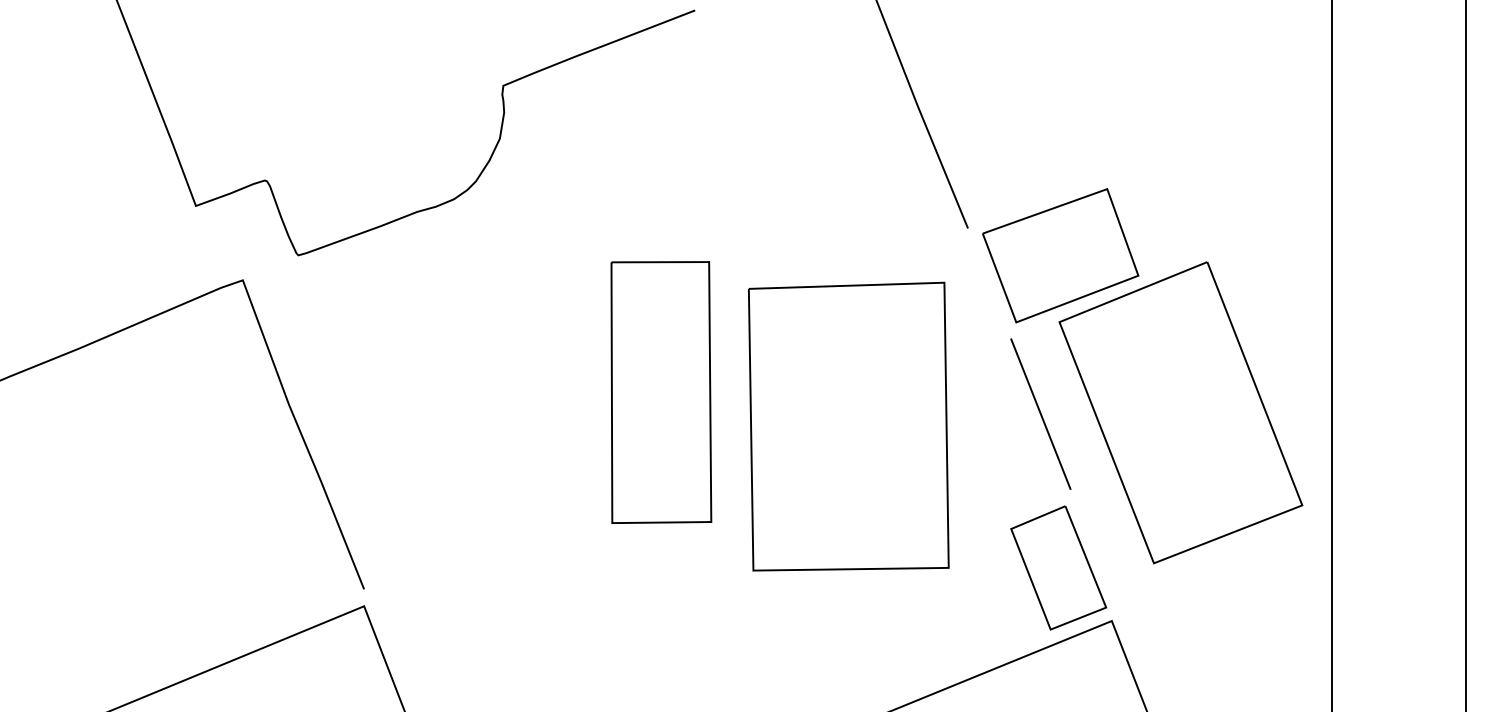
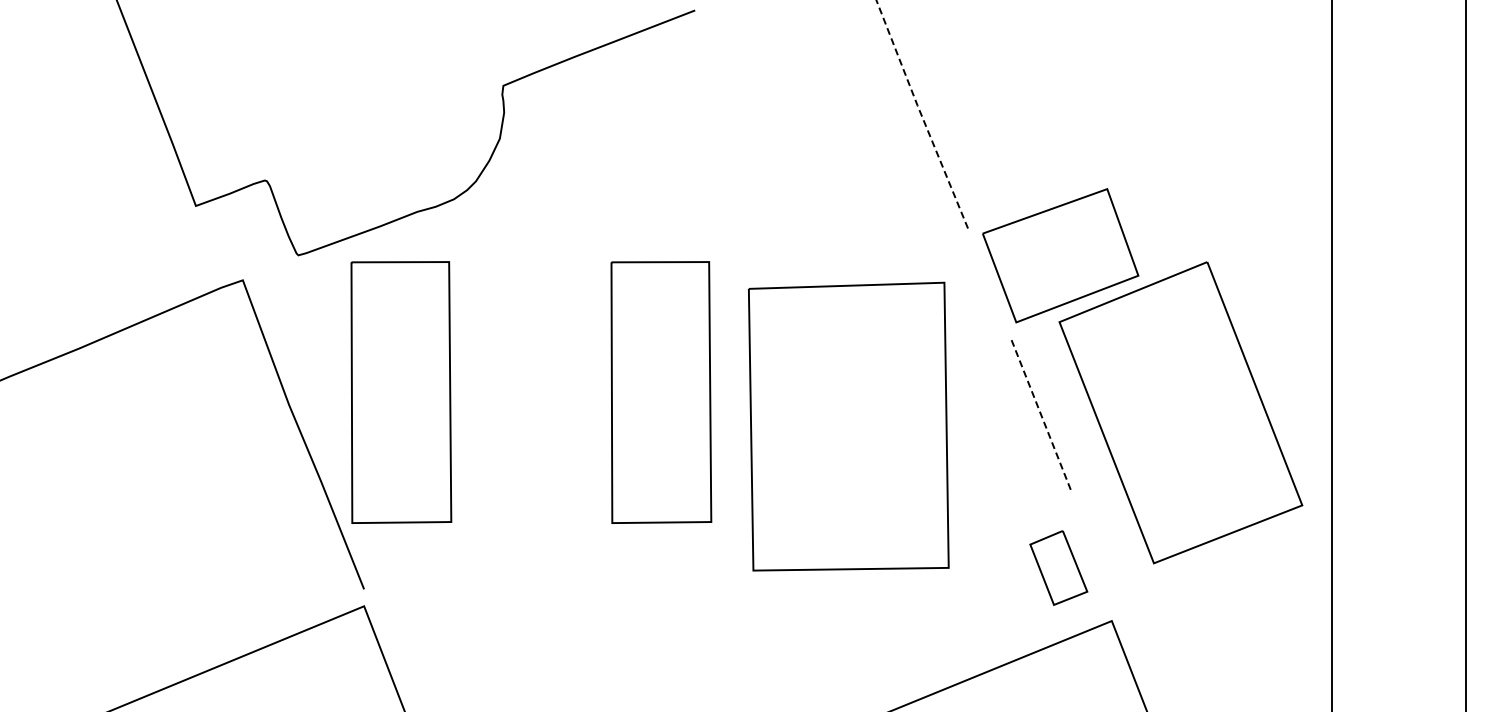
line at (921, 113): solid -> dashed
part at (401, 392): none -> present
line at (1040, 413): solid -> dashed
part at (1058, 567) size: 98x126 px -> 60x76 px
